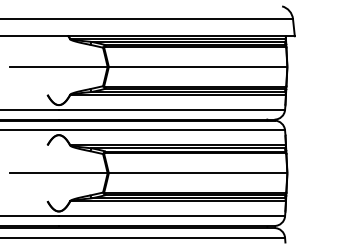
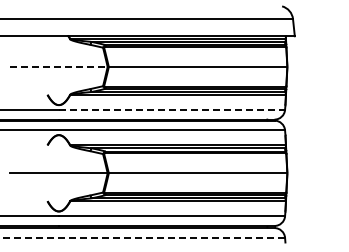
line at (58, 66): solid -> dashed
line at (172, 109): solid -> dashed
line at (142, 237): solid -> dashed
